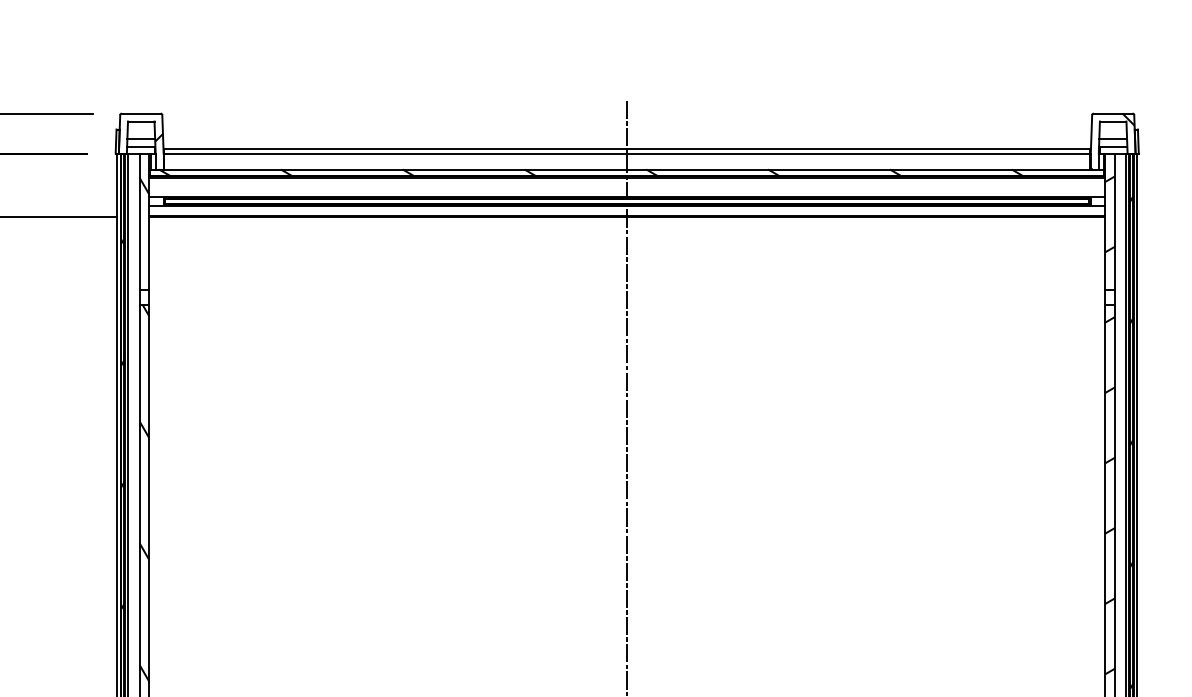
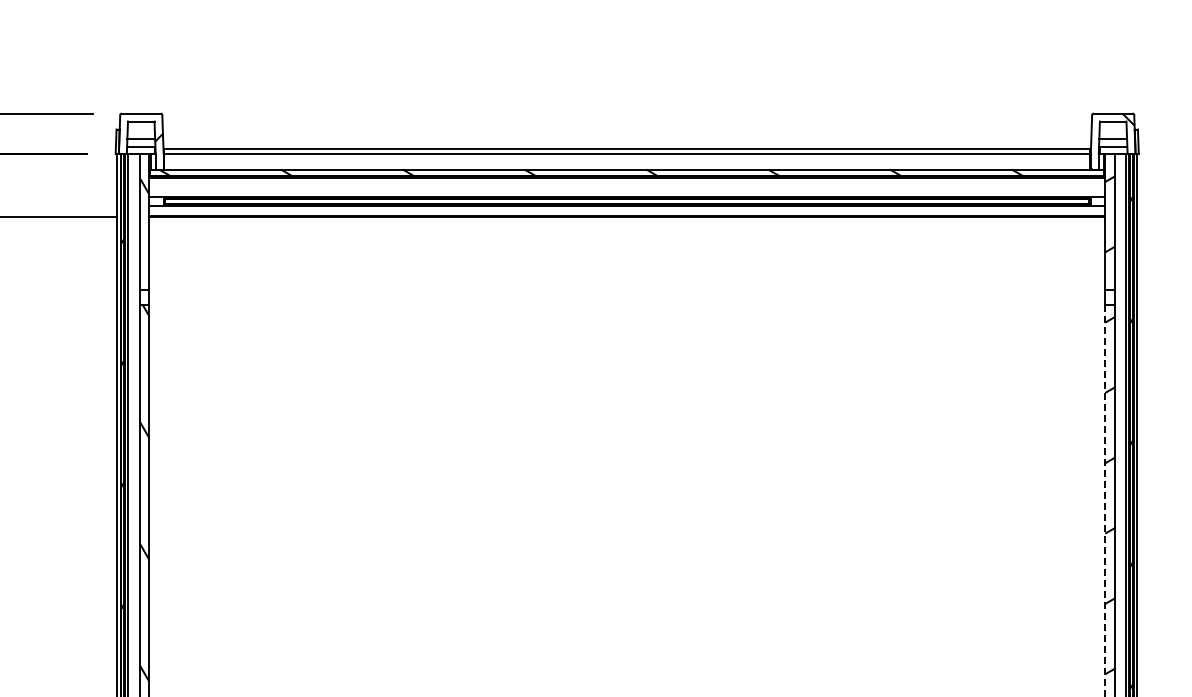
line at (627, 396): present -> none
line at (1105, 500): solid -> dashed
